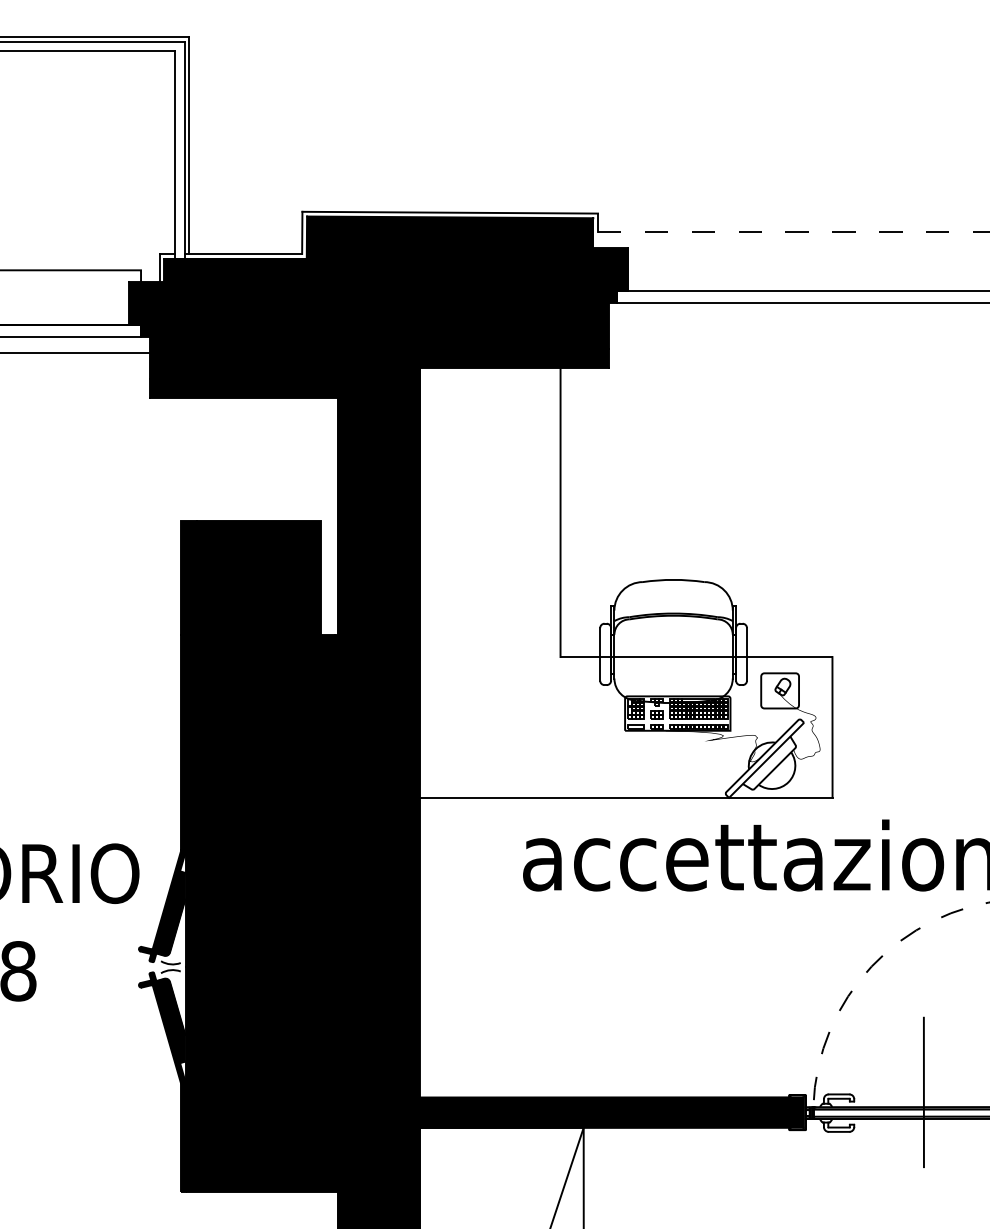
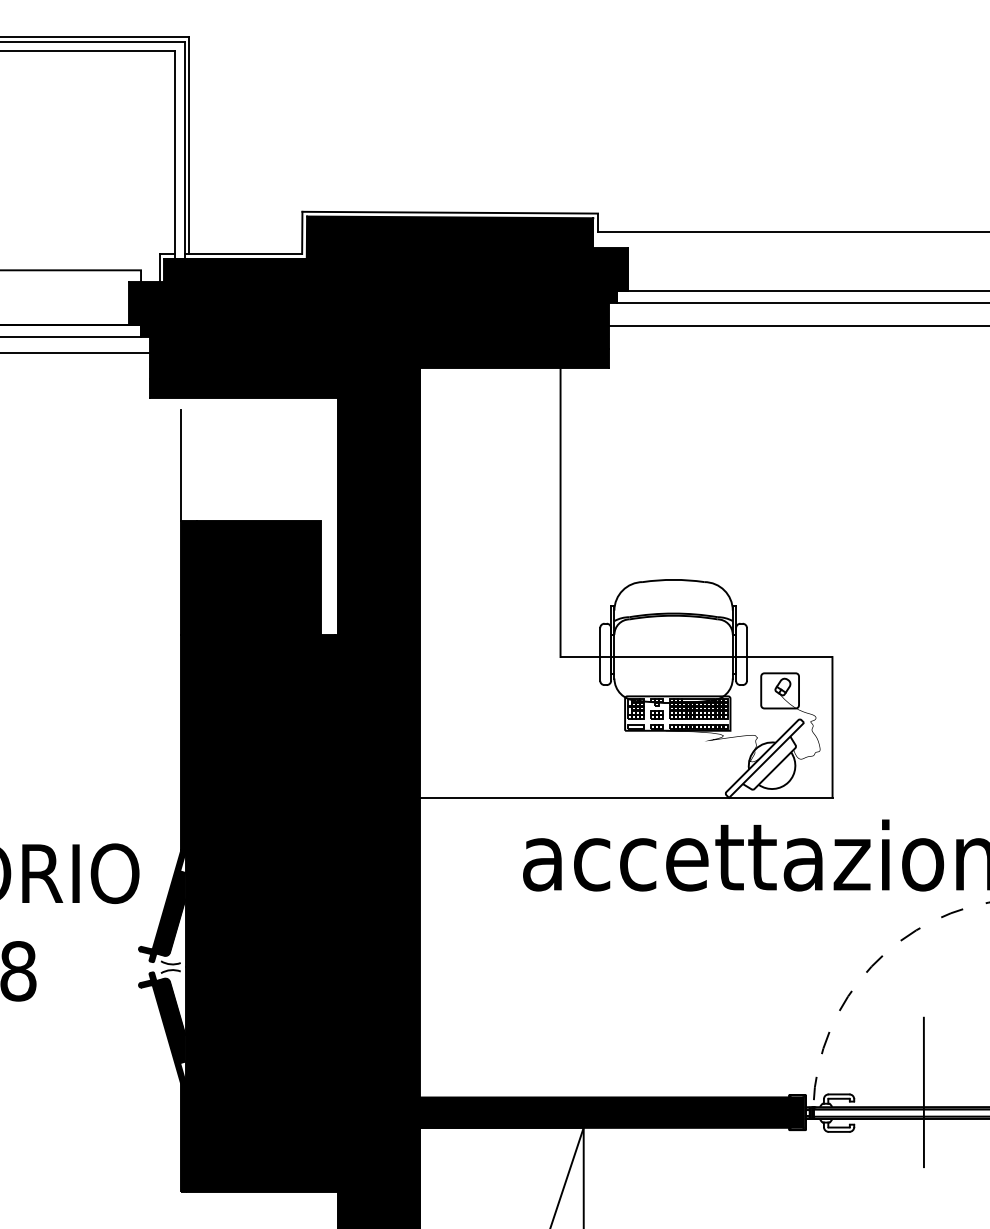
line at (793, 231): dashed -> solid
line at (797, 326): none -> present
line at (180, 464): none -> present
